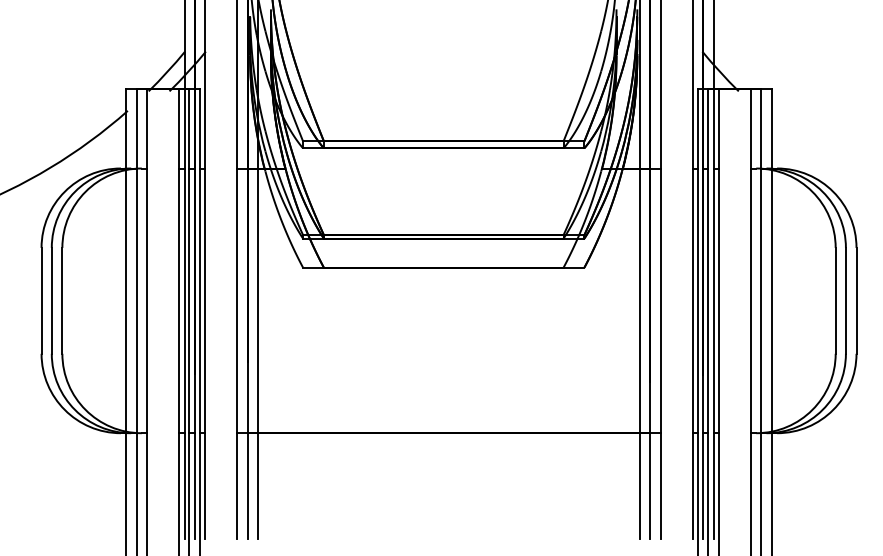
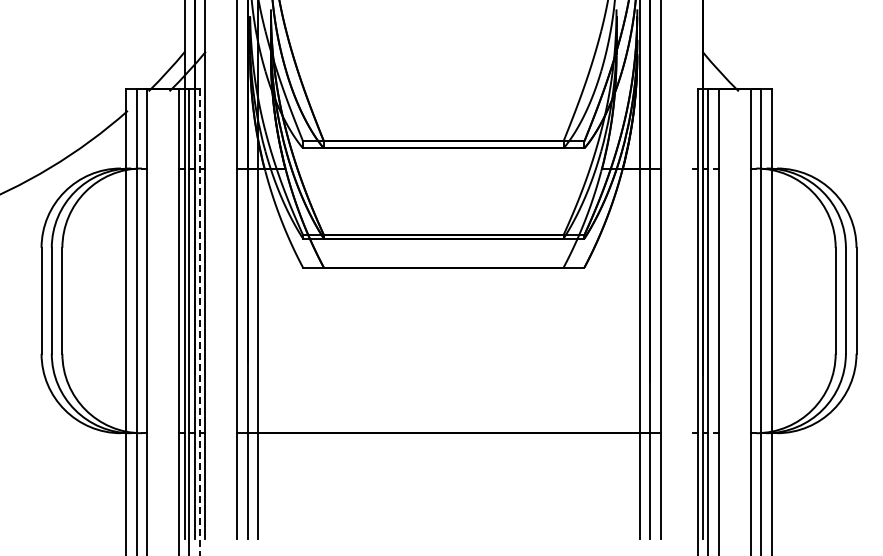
line at (692, 270): present -> none
line at (713, 270): present -> none
line at (200, 323): solid -> dashed
